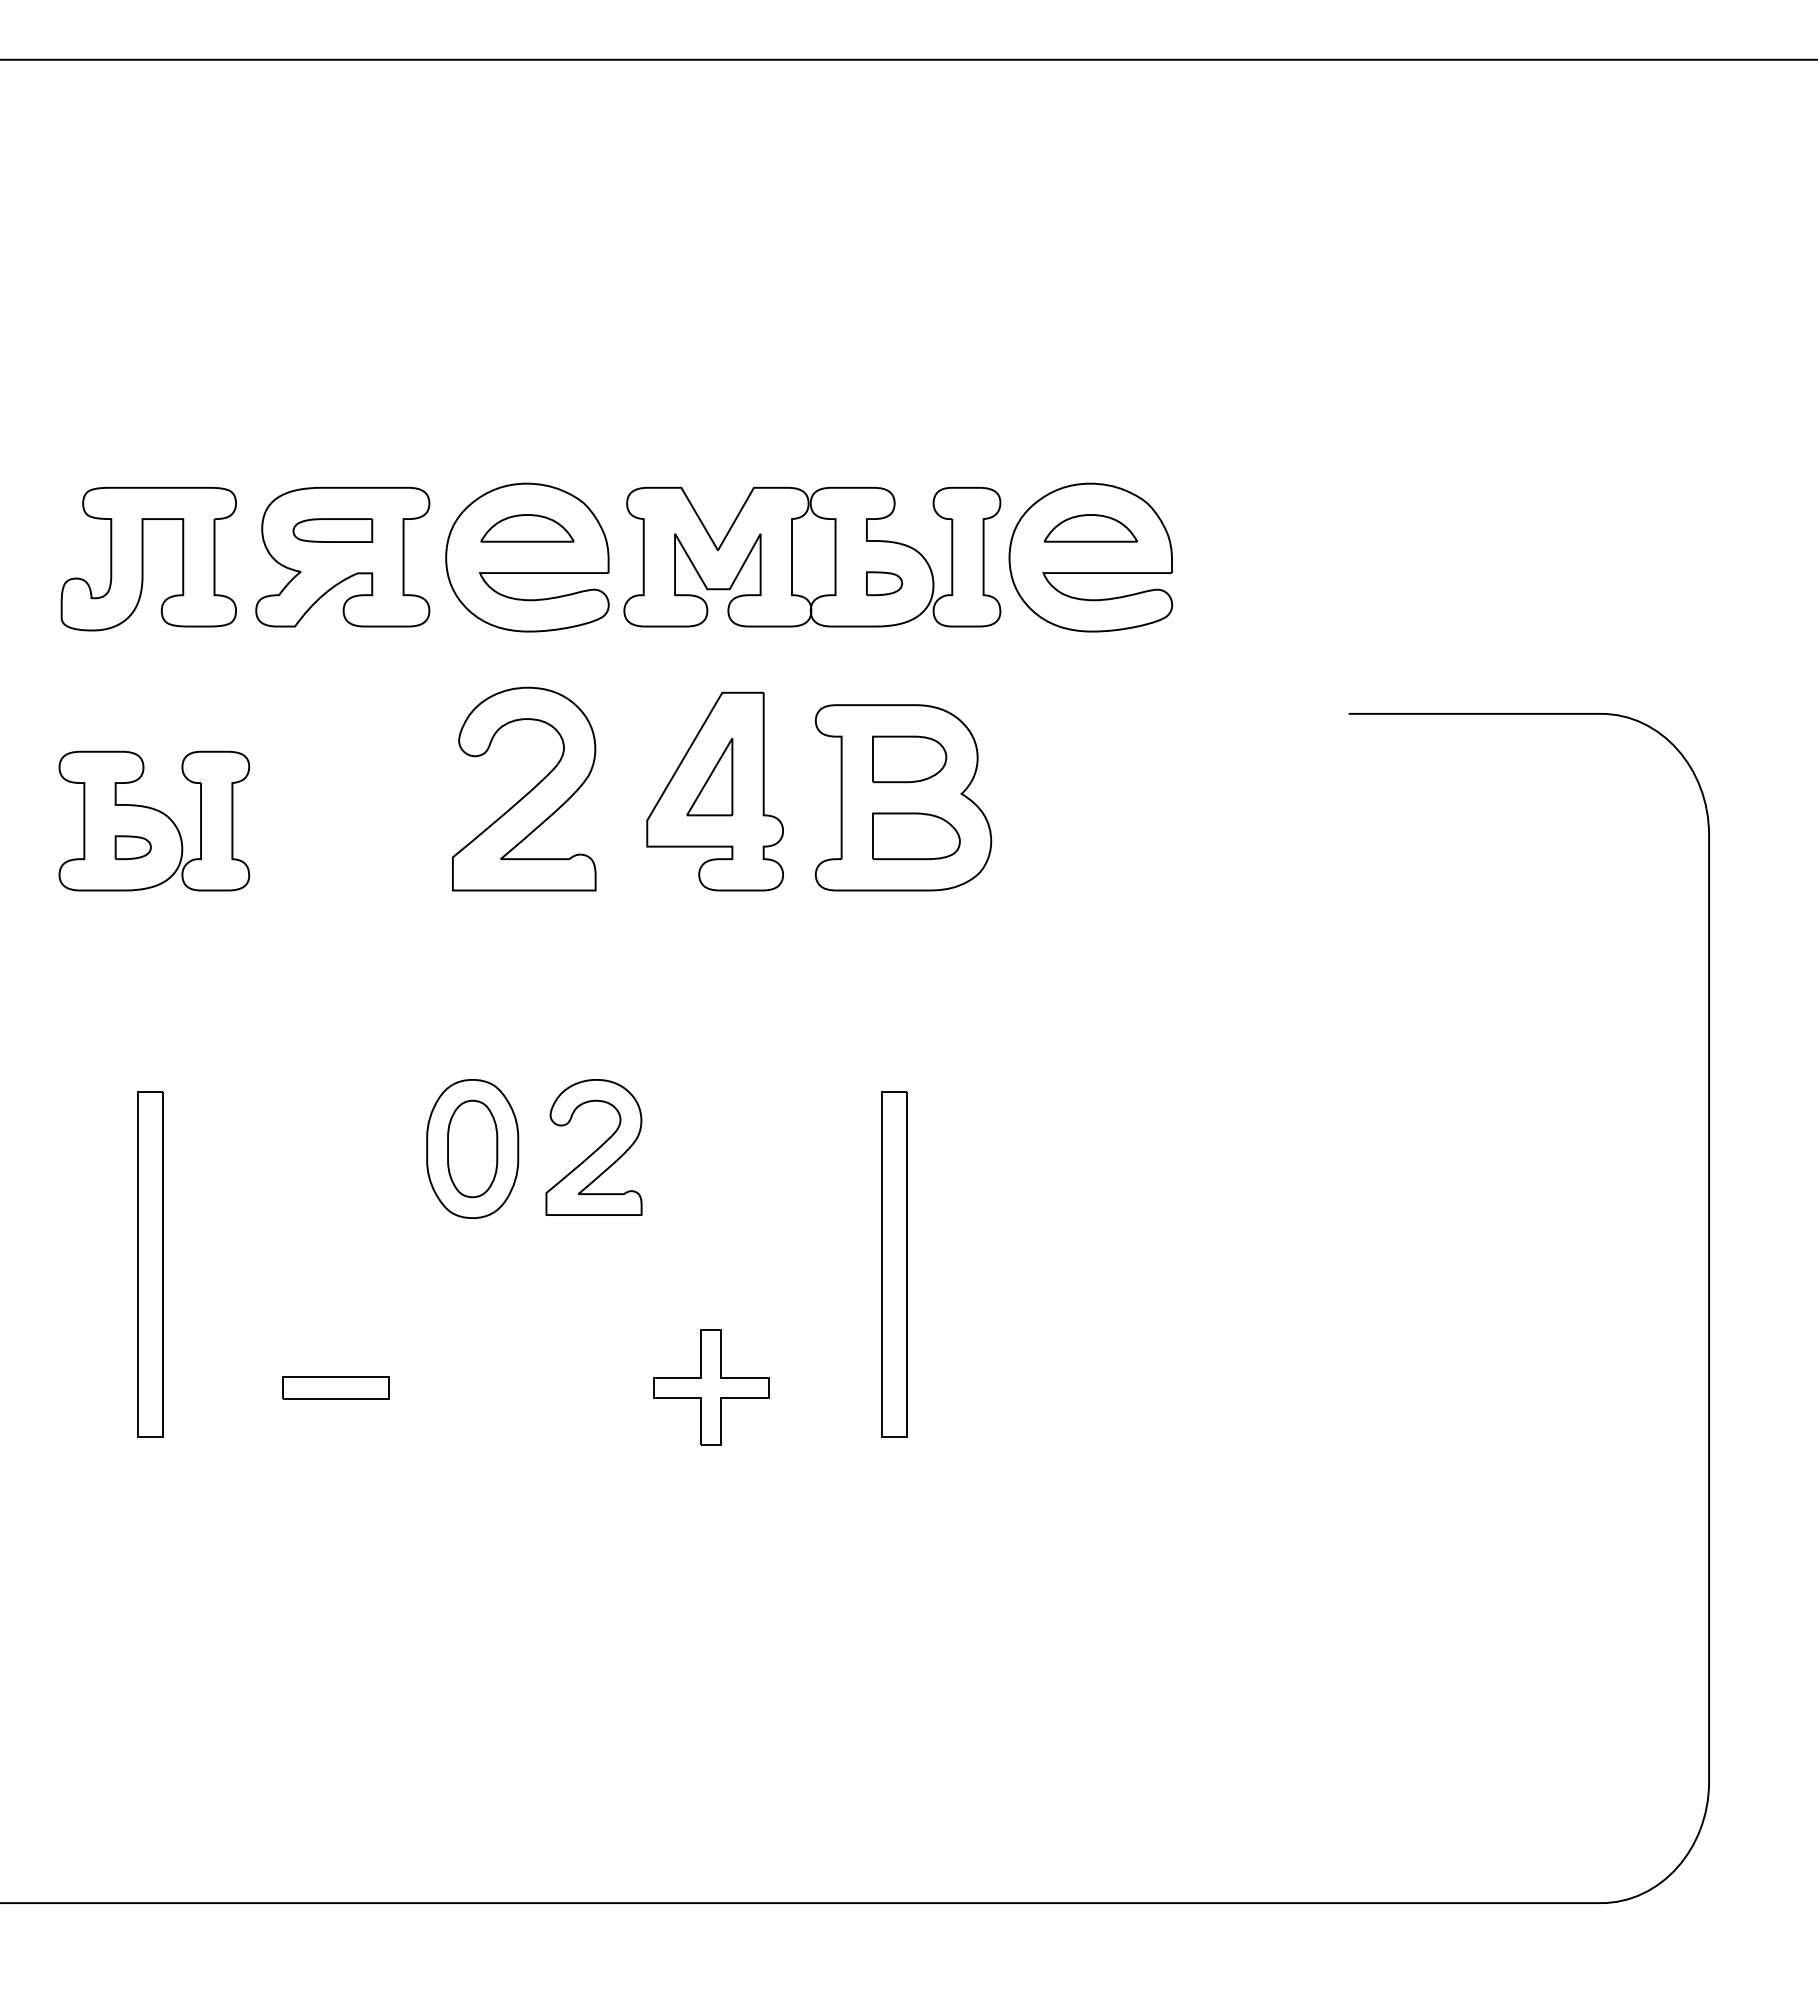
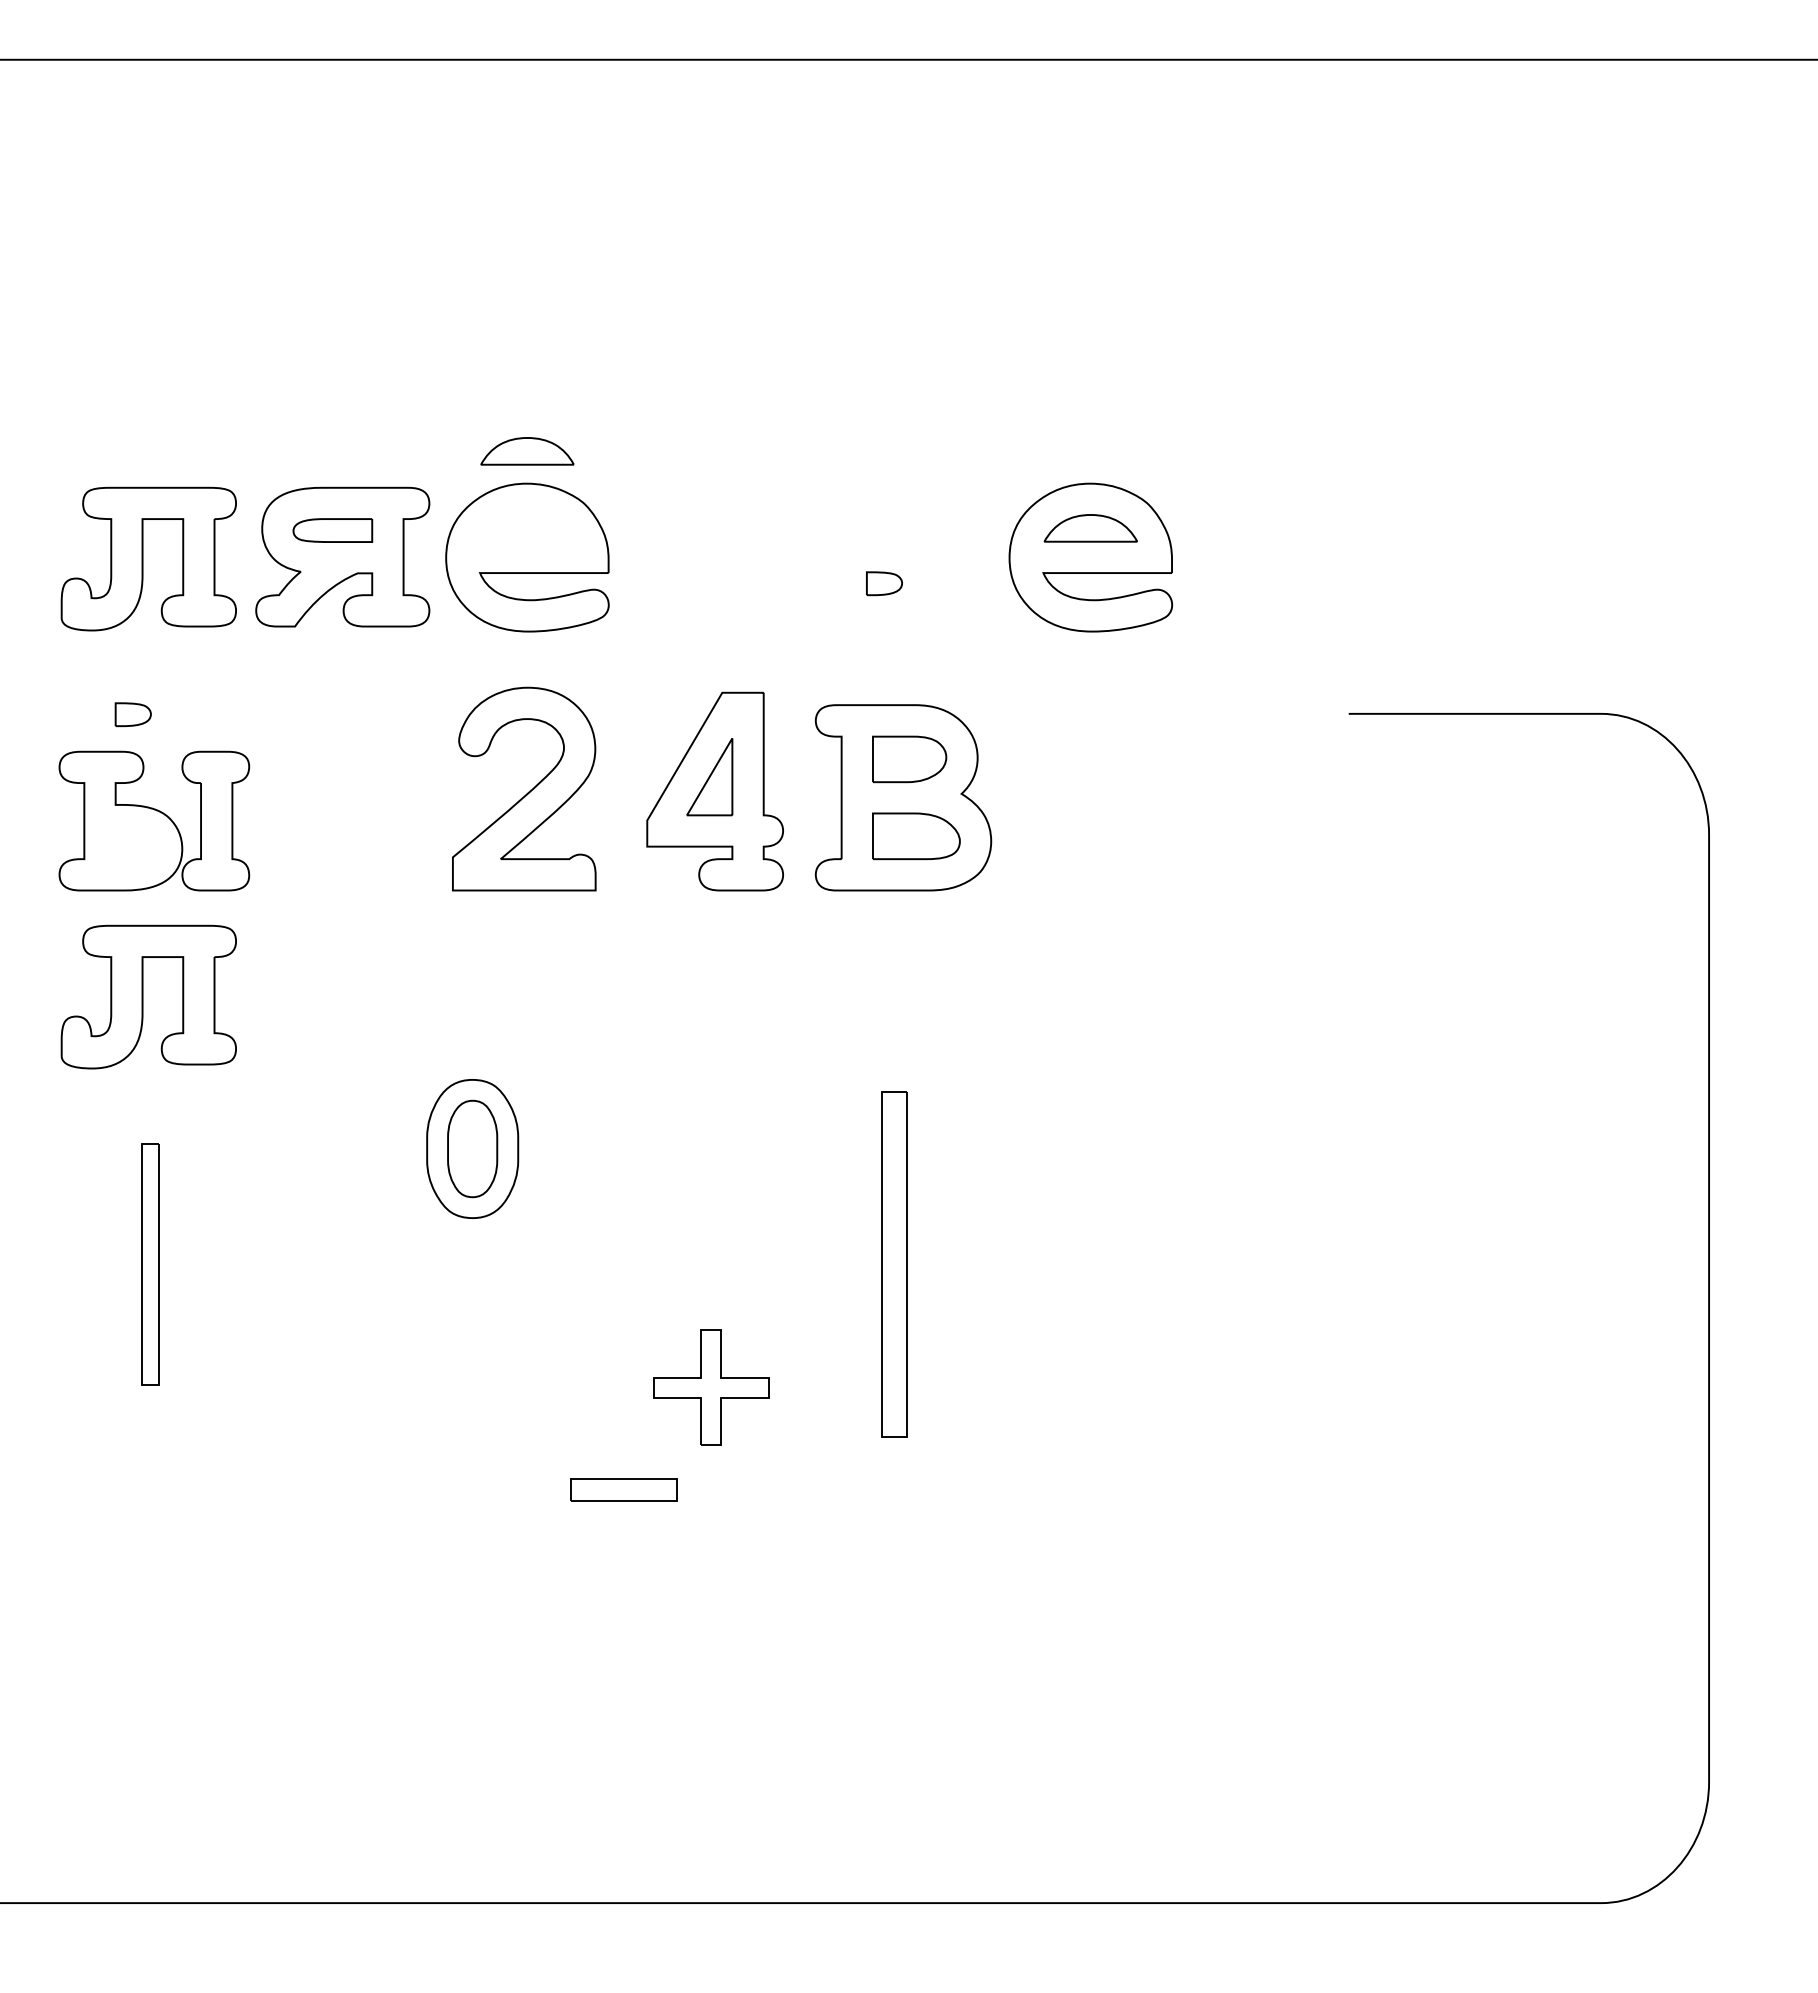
part at (527, 528) position: (527, 528) -> (527, 451)
part at (812, 556): present -> none
part at (132, 847) position: (132, 847) -> (132, 714)
part at (148, 996): none -> present
part at (593, 1147): present -> none
part at (150, 1264) size: 27x347 px -> 19x243 px
part at (335, 1387) position: (335, 1387) -> (623, 1489)
